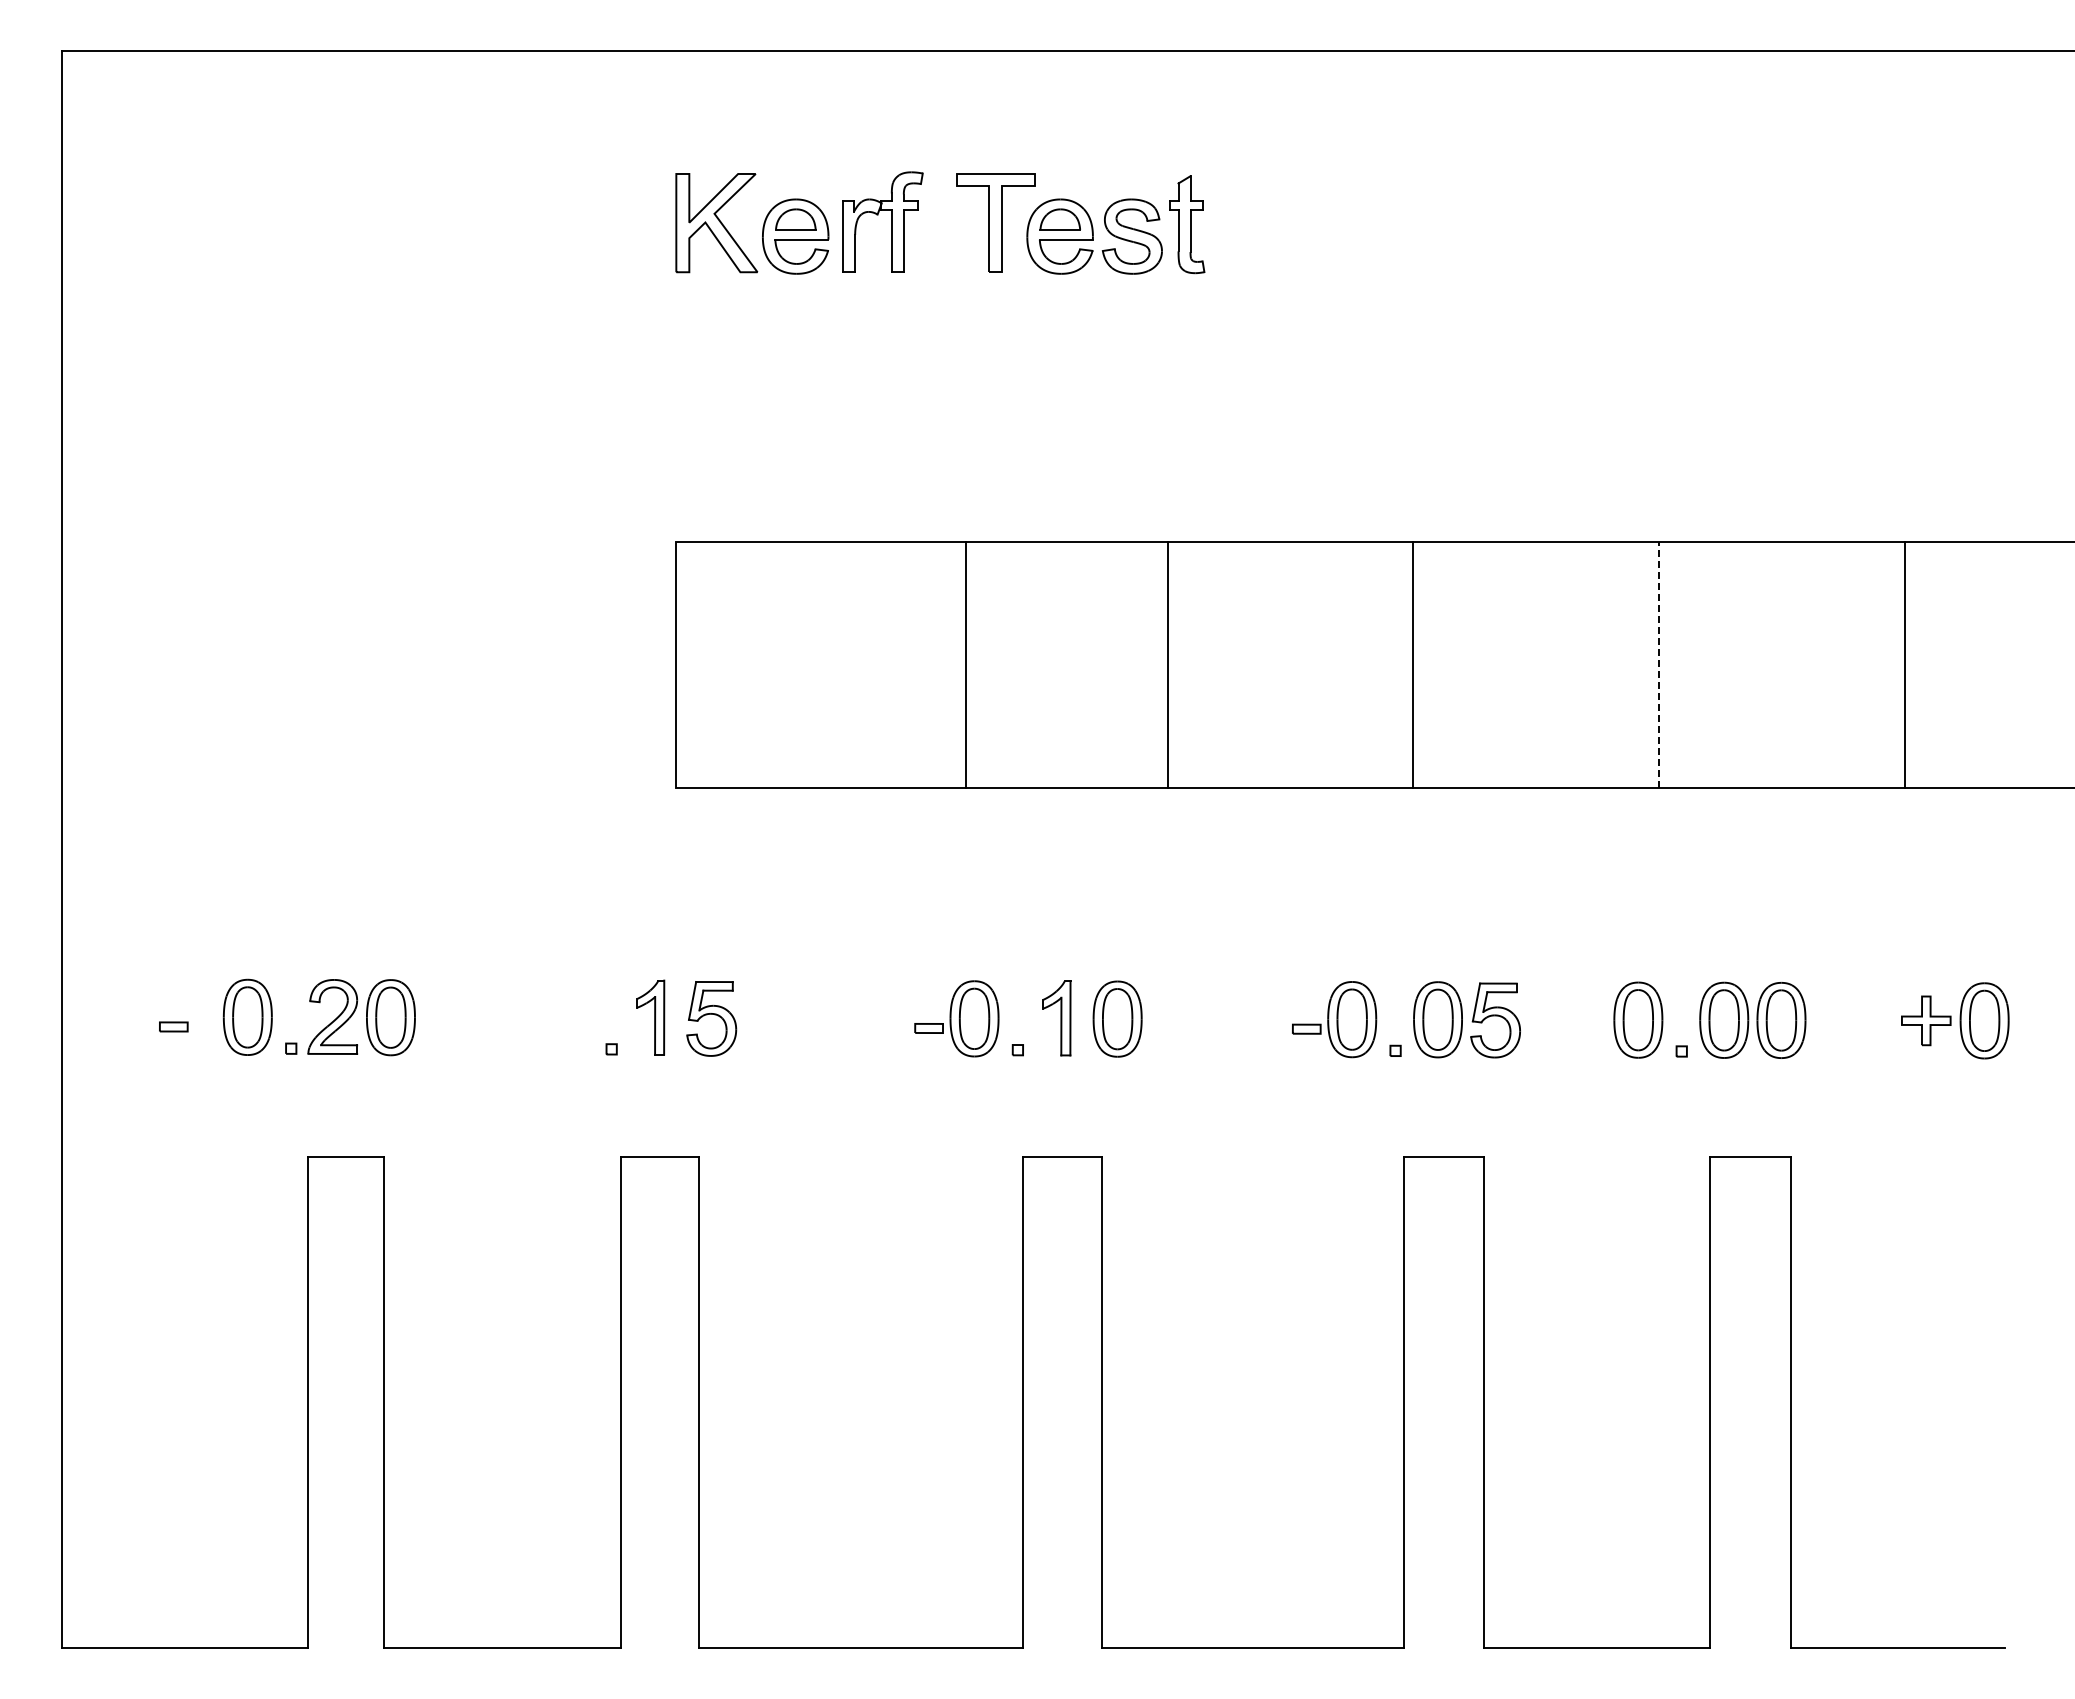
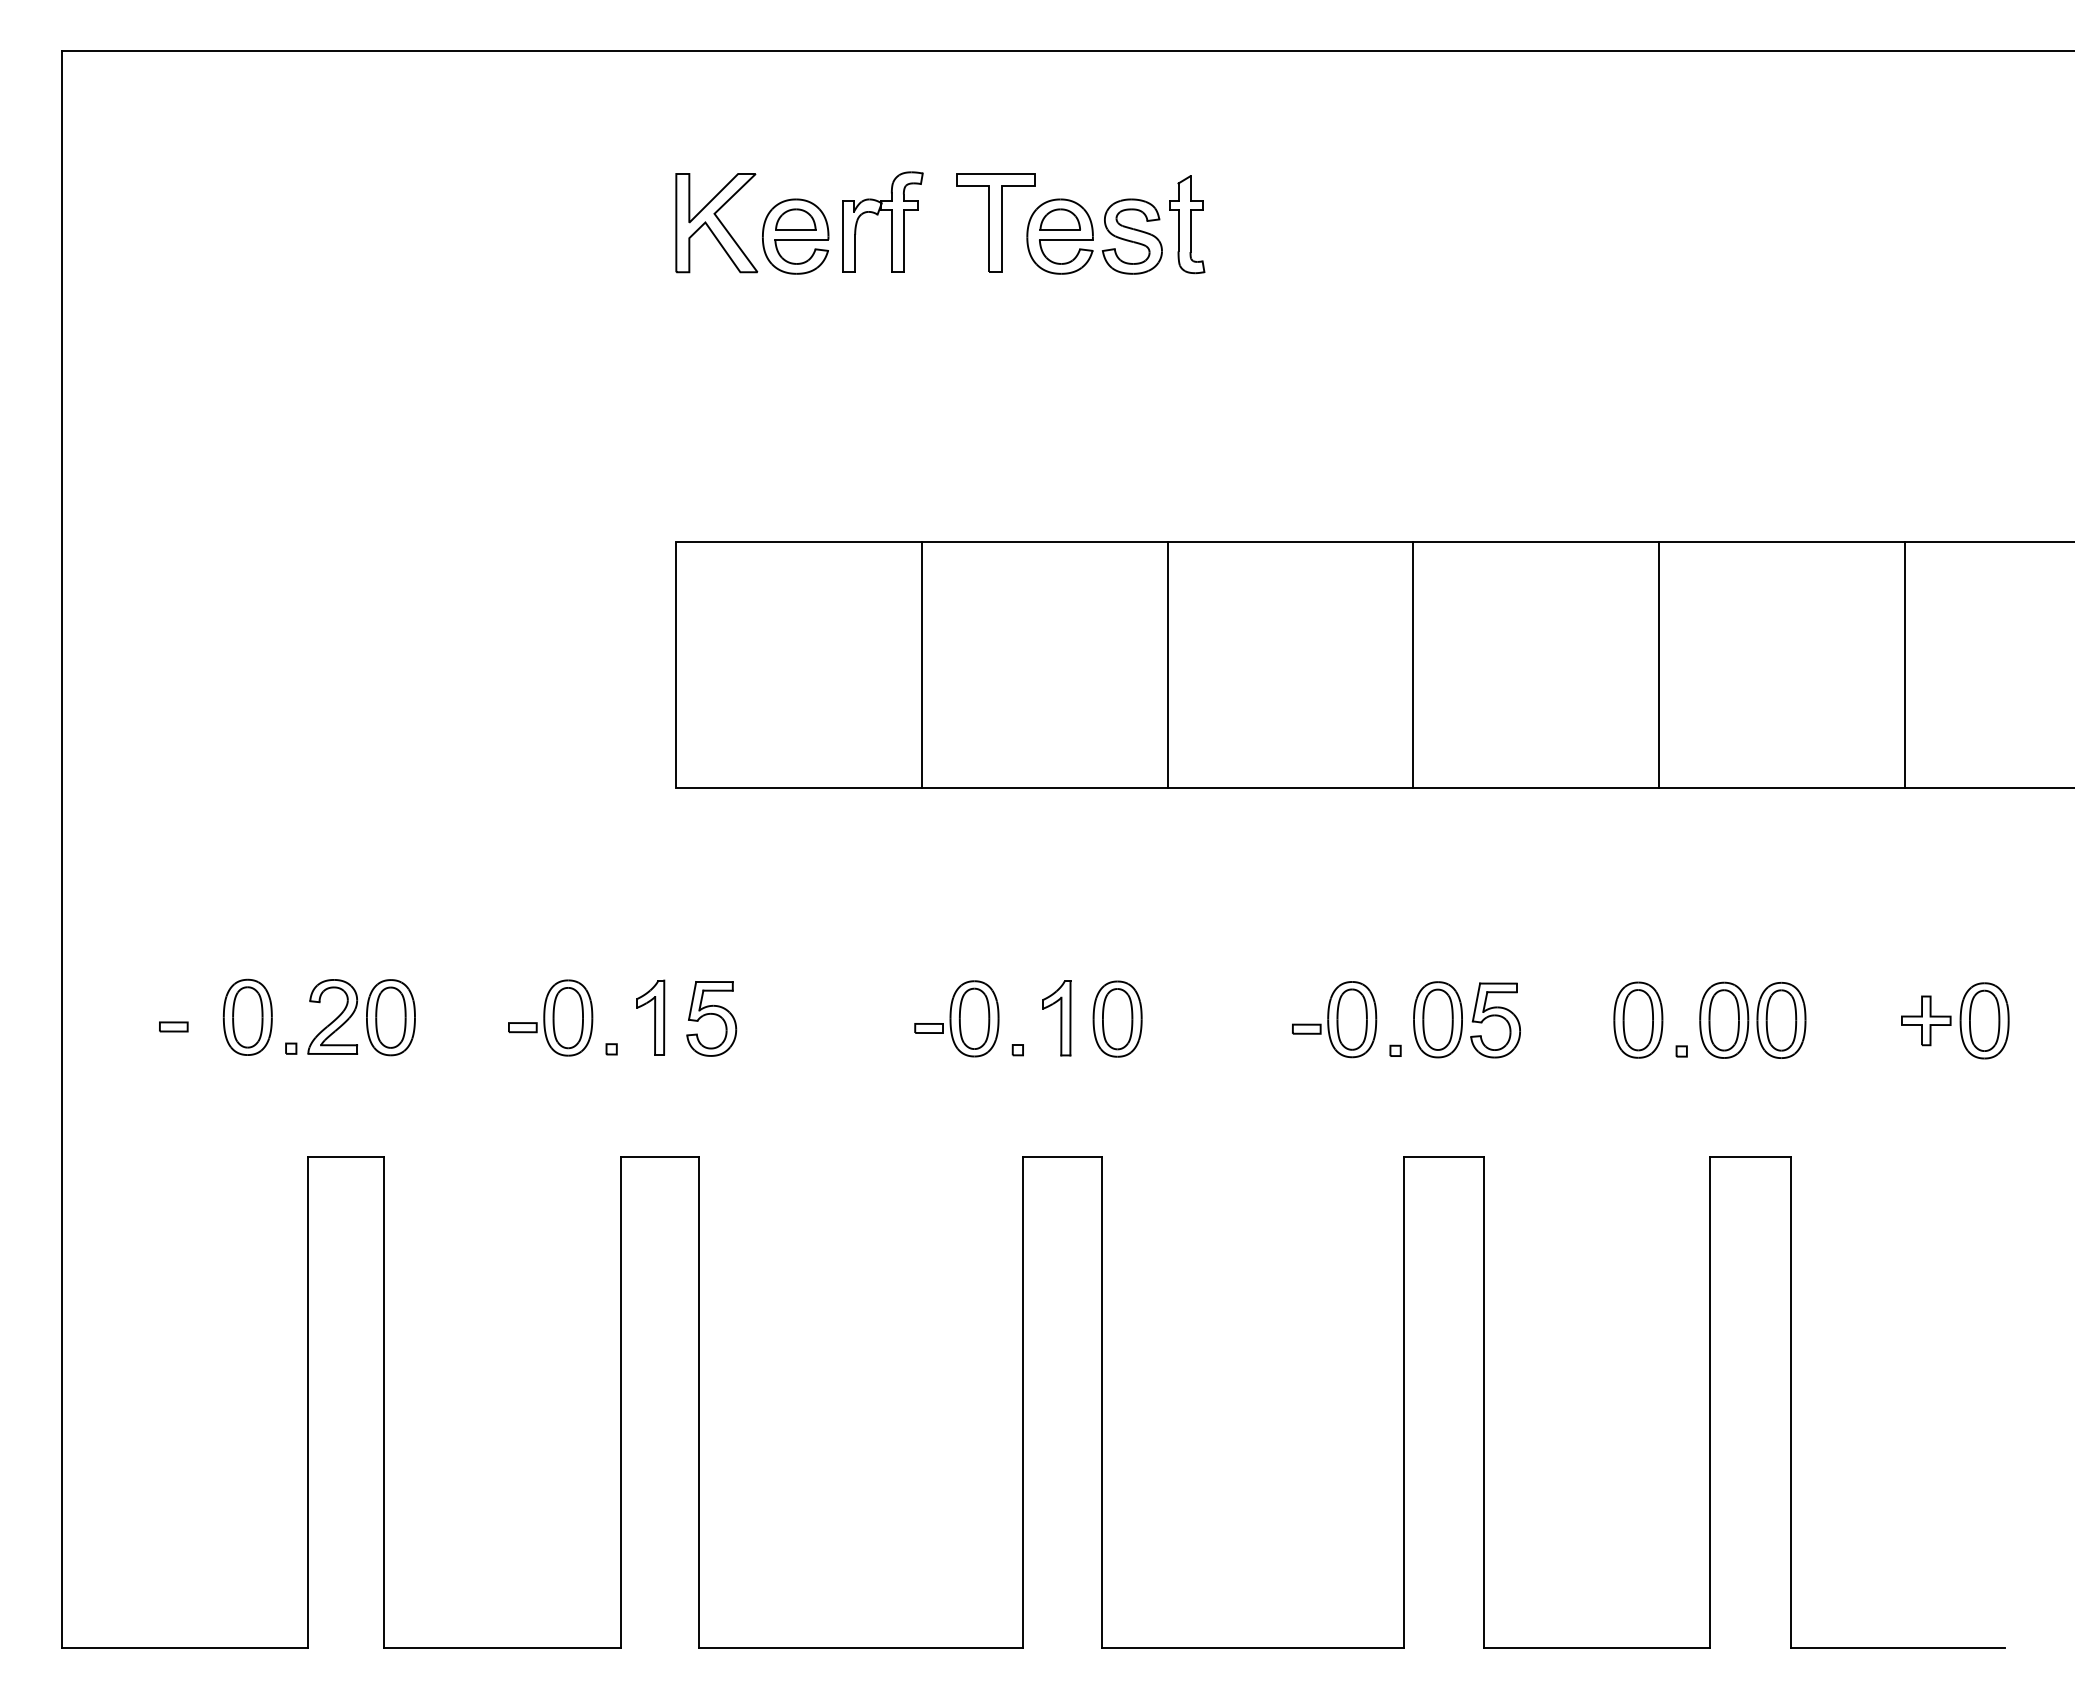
line at (965, 665) position: (965, 665) -> (921, 665)
line at (1658, 665): dashed -> solid
part at (550, 1017): none -> present
